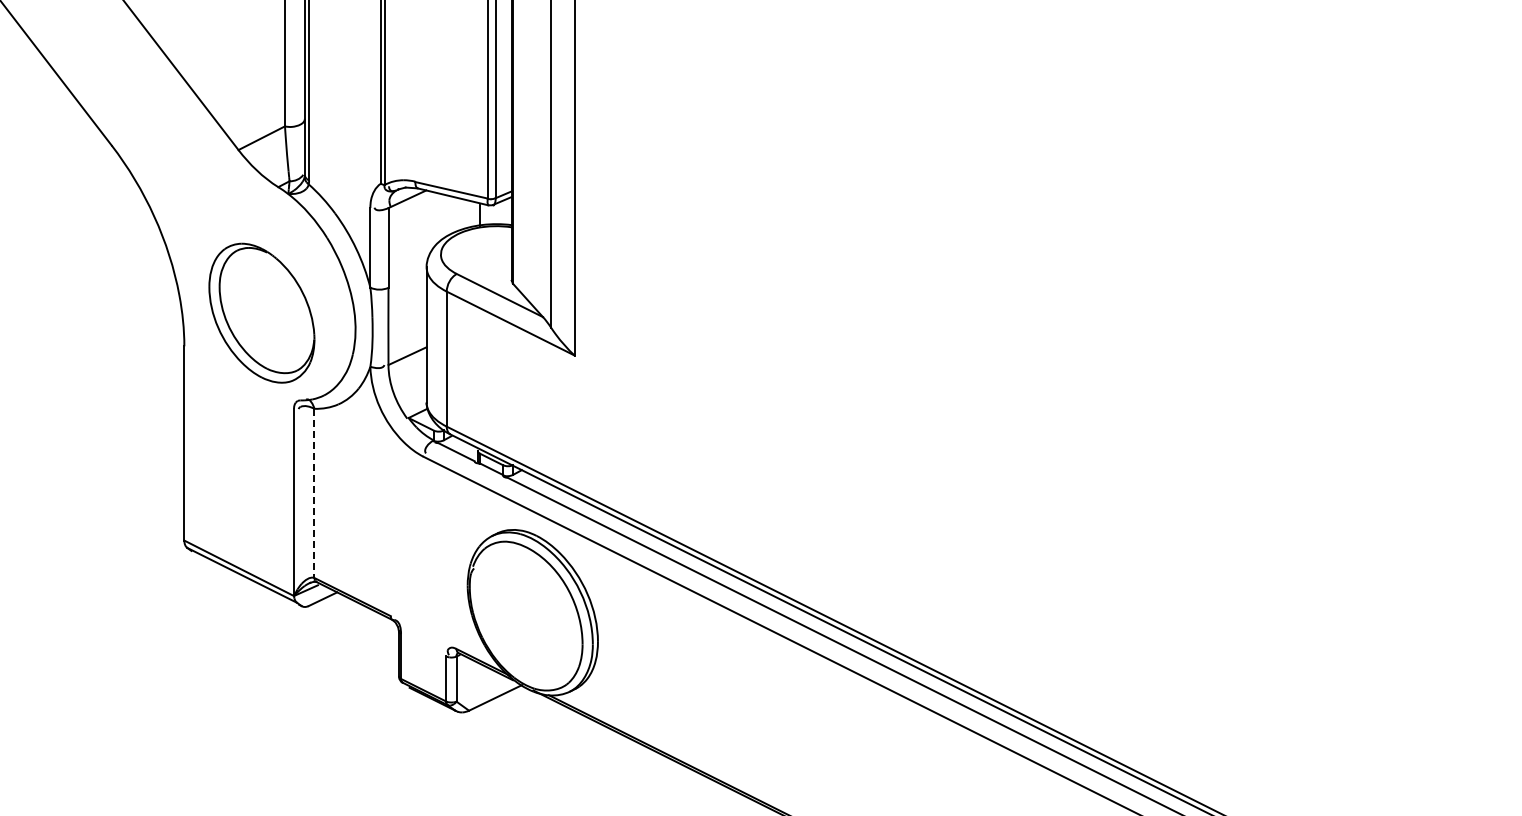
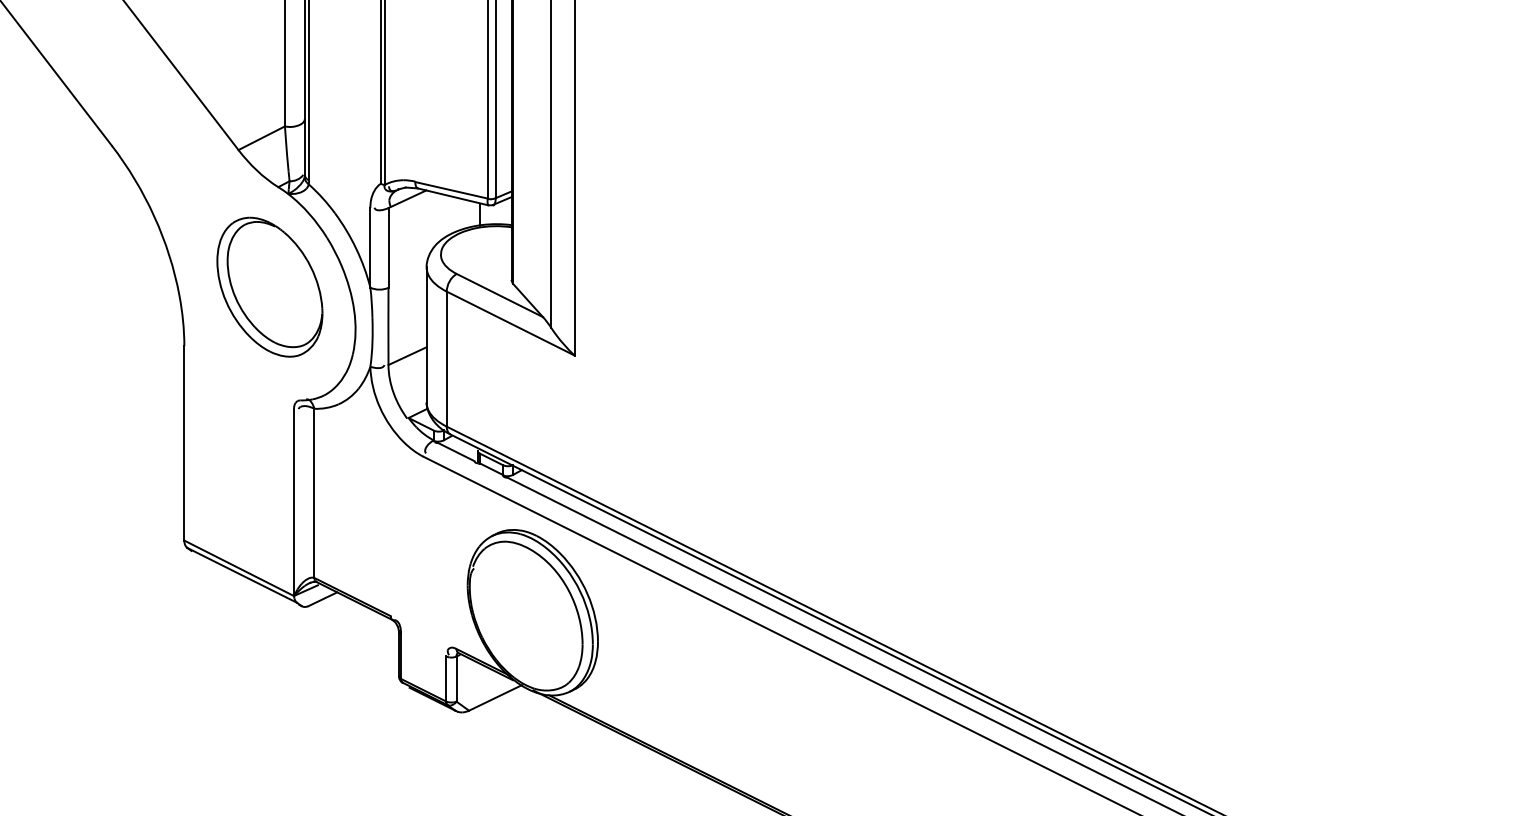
part at (261, 312) position: (261, 312) -> (269, 286)
line at (314, 493): dashed -> solid
